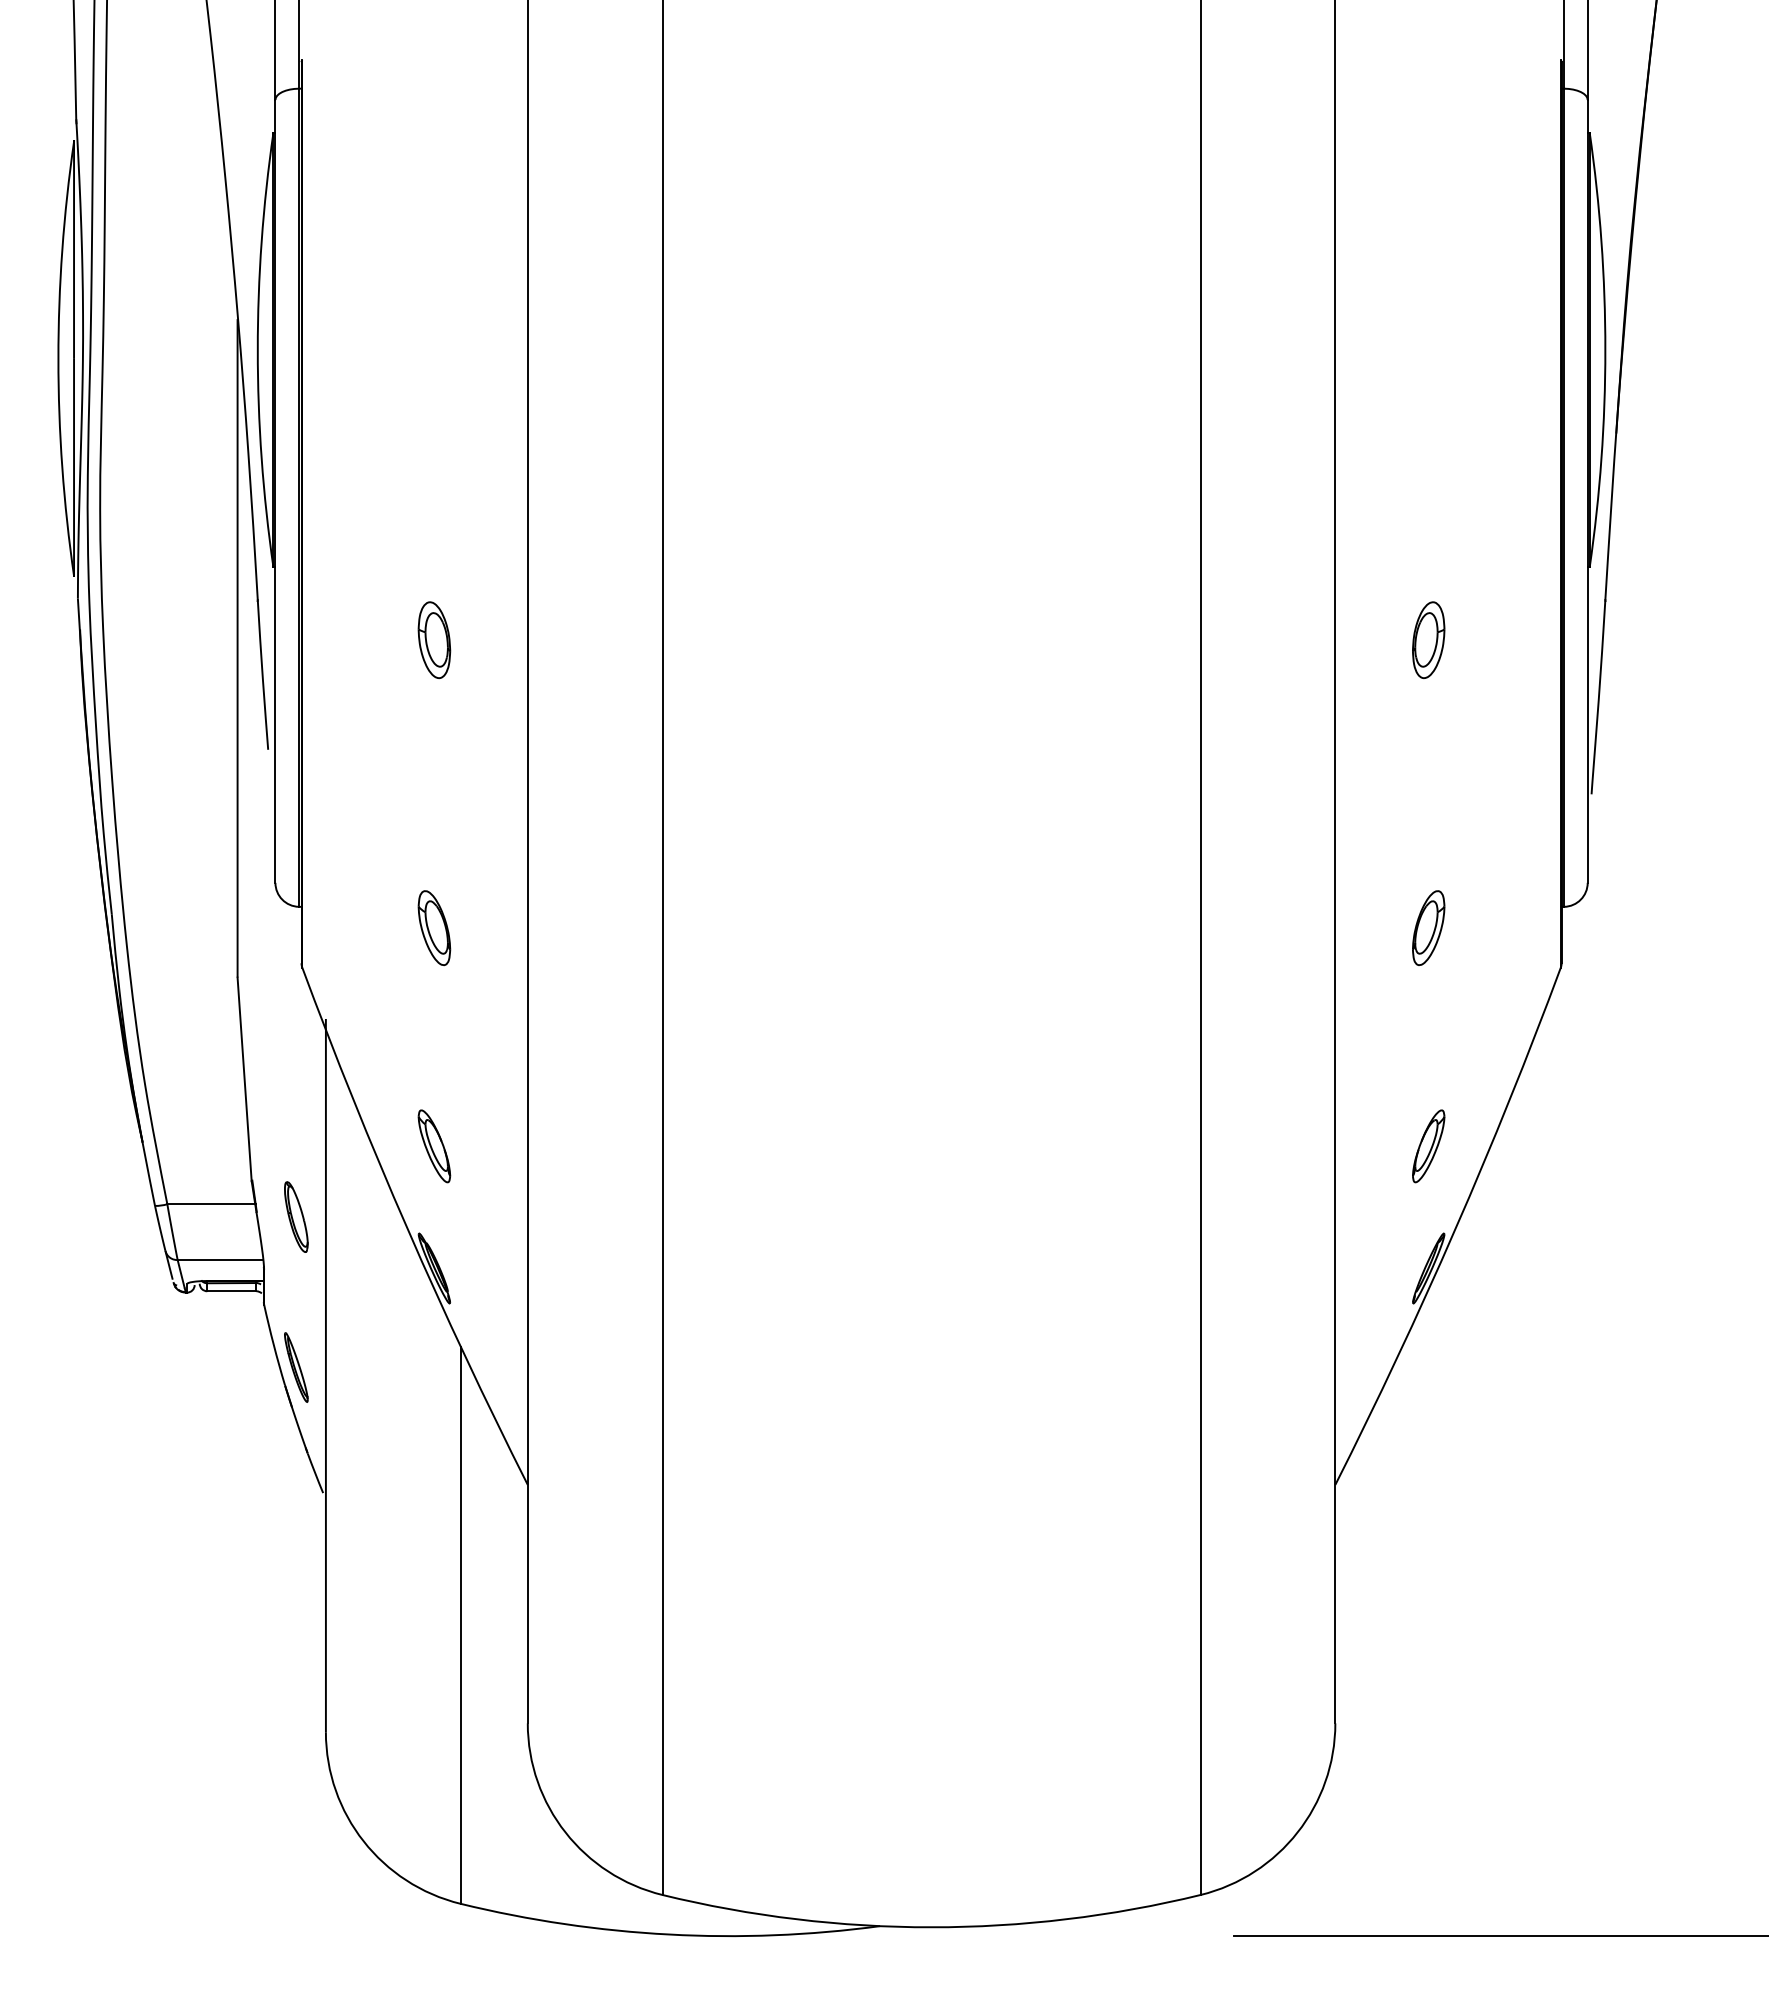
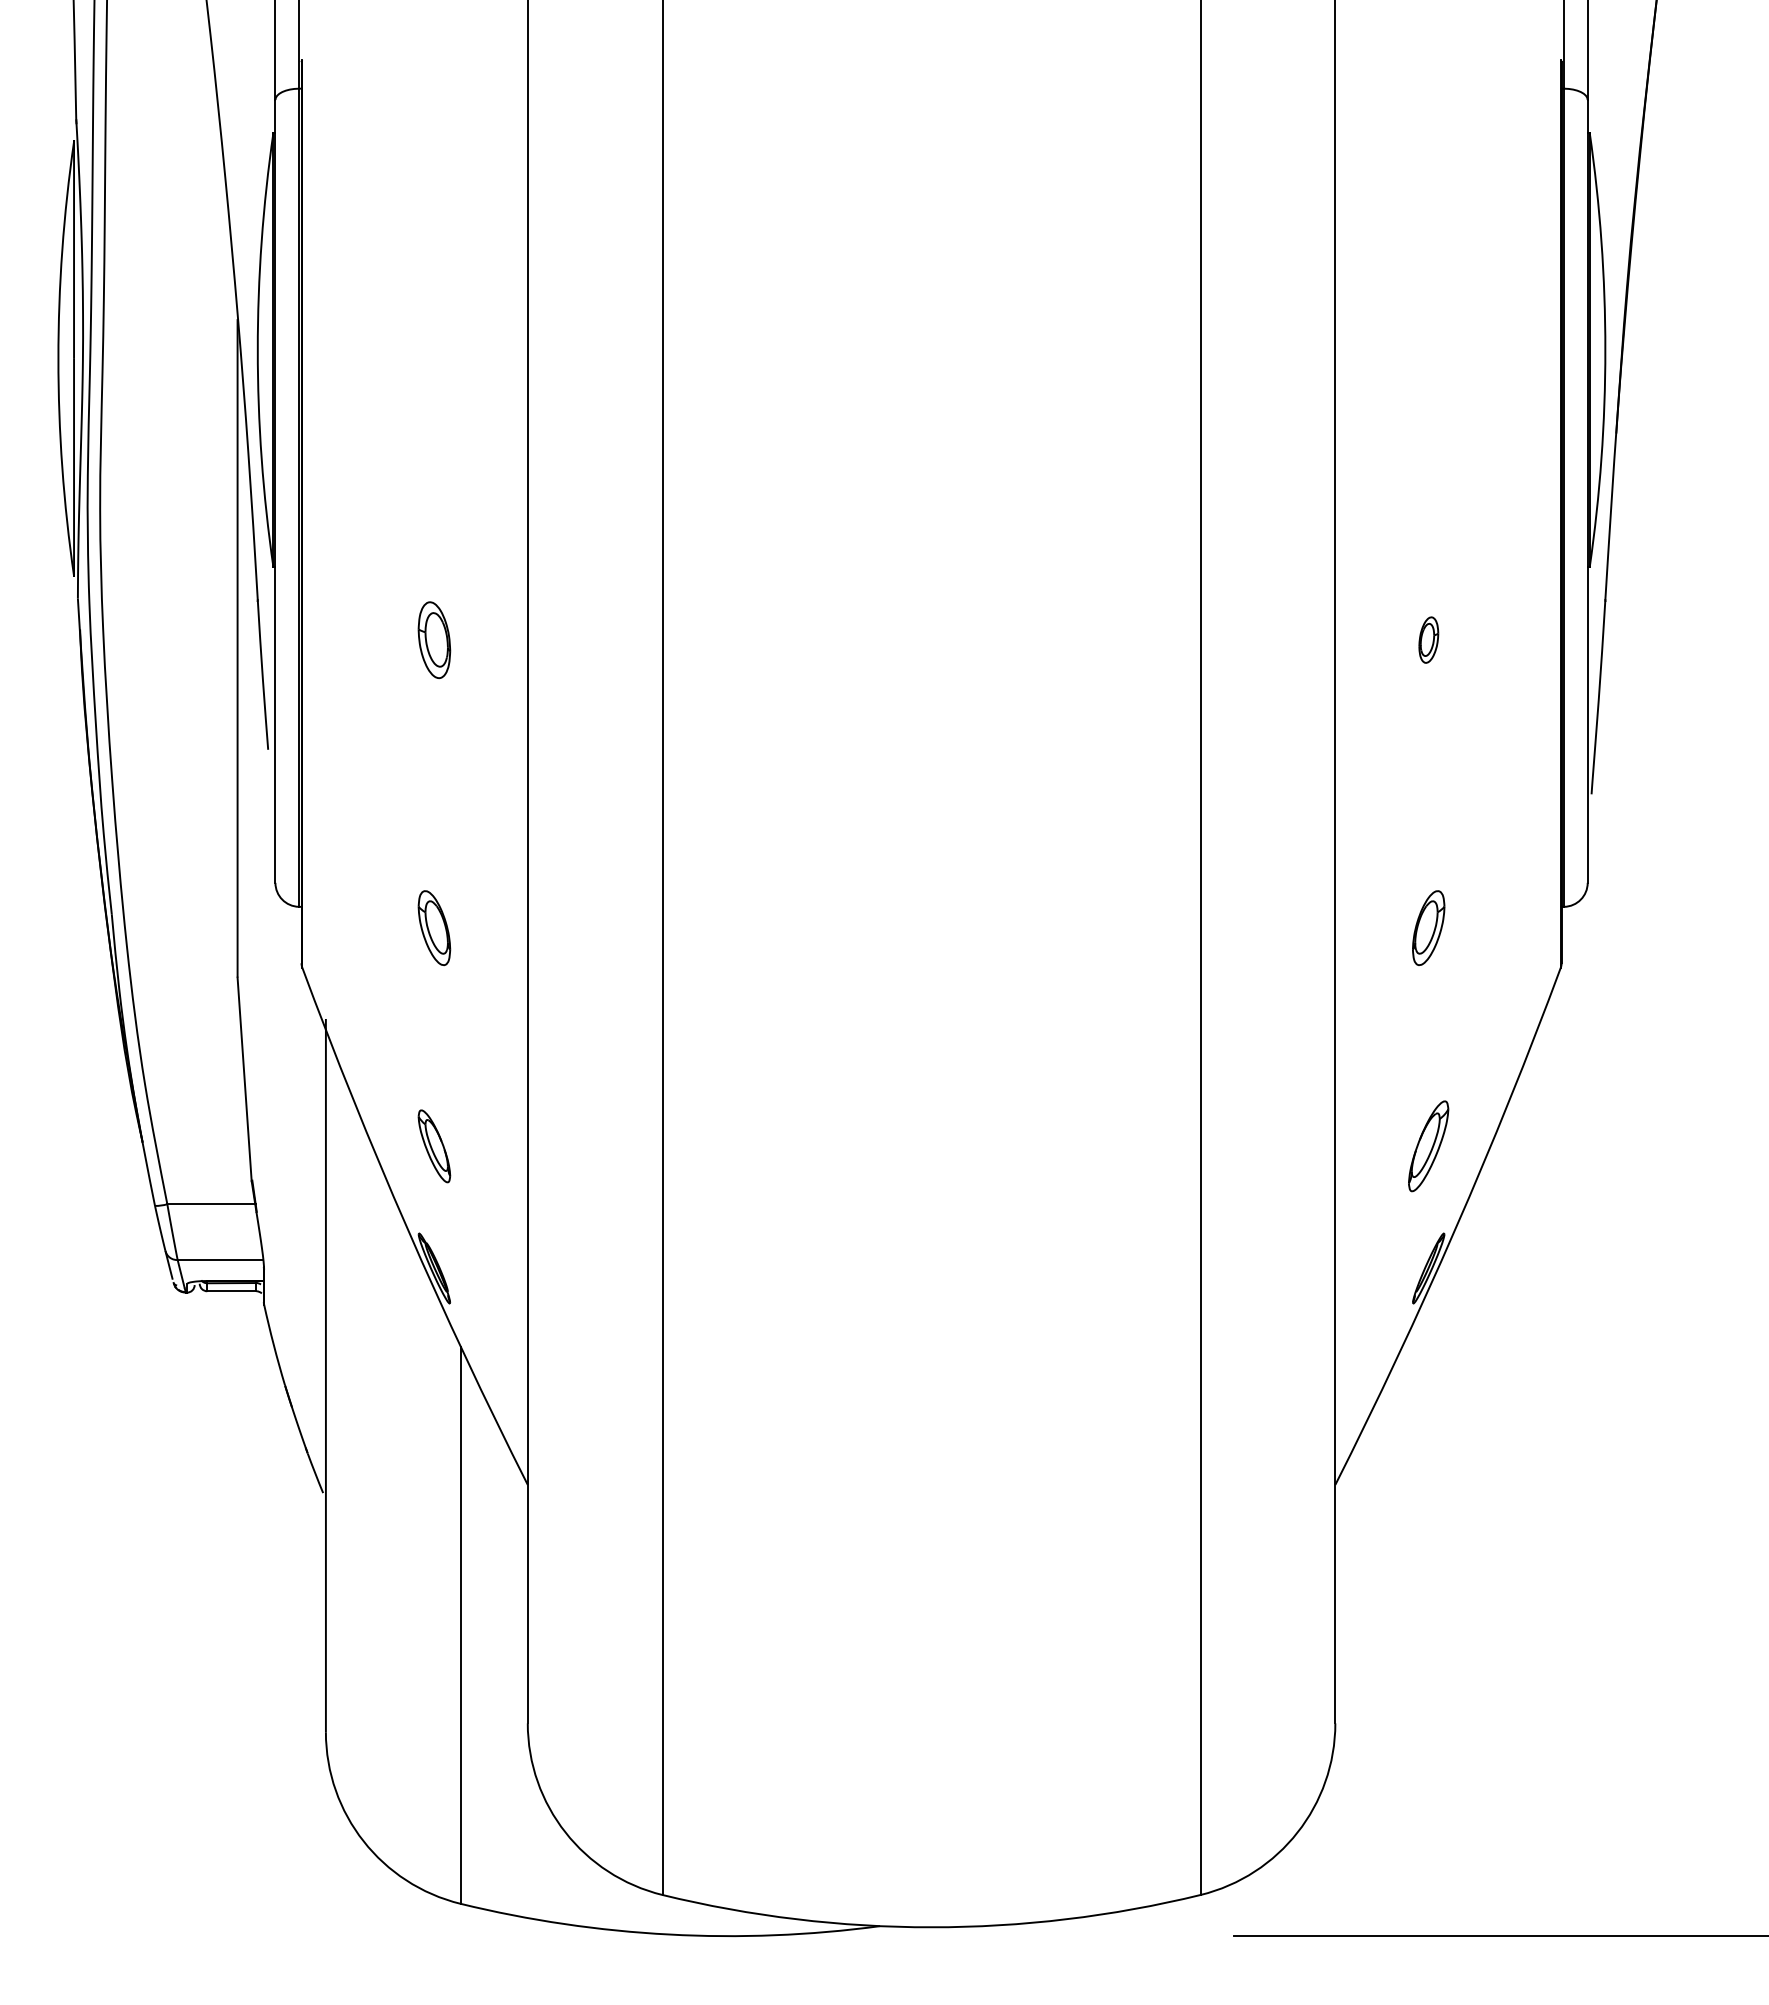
part at (1428, 639) size: 34x78 px -> 22x48 px
part at (1428, 1146) size: 34x75 px -> 42x93 px
part at (296, 1216): present -> none
part at (296, 1367): present -> none
